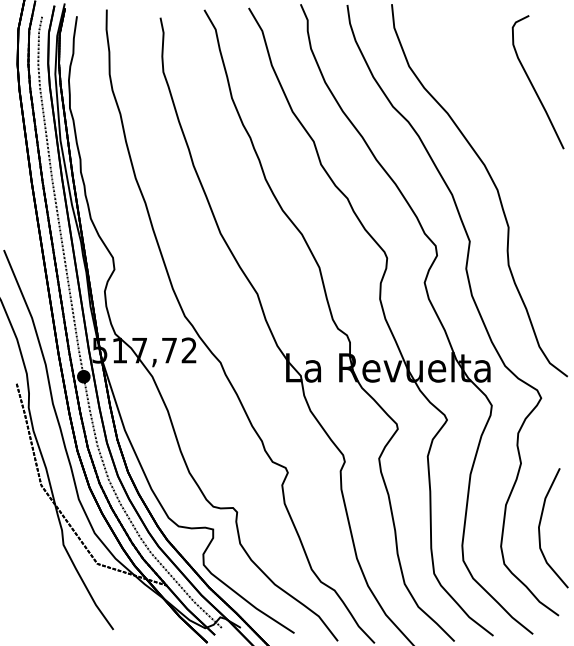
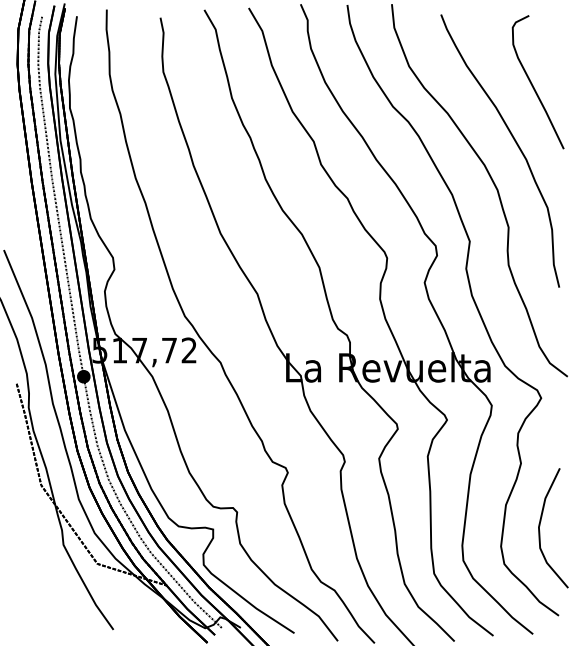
part at (515, 143): none -> present
